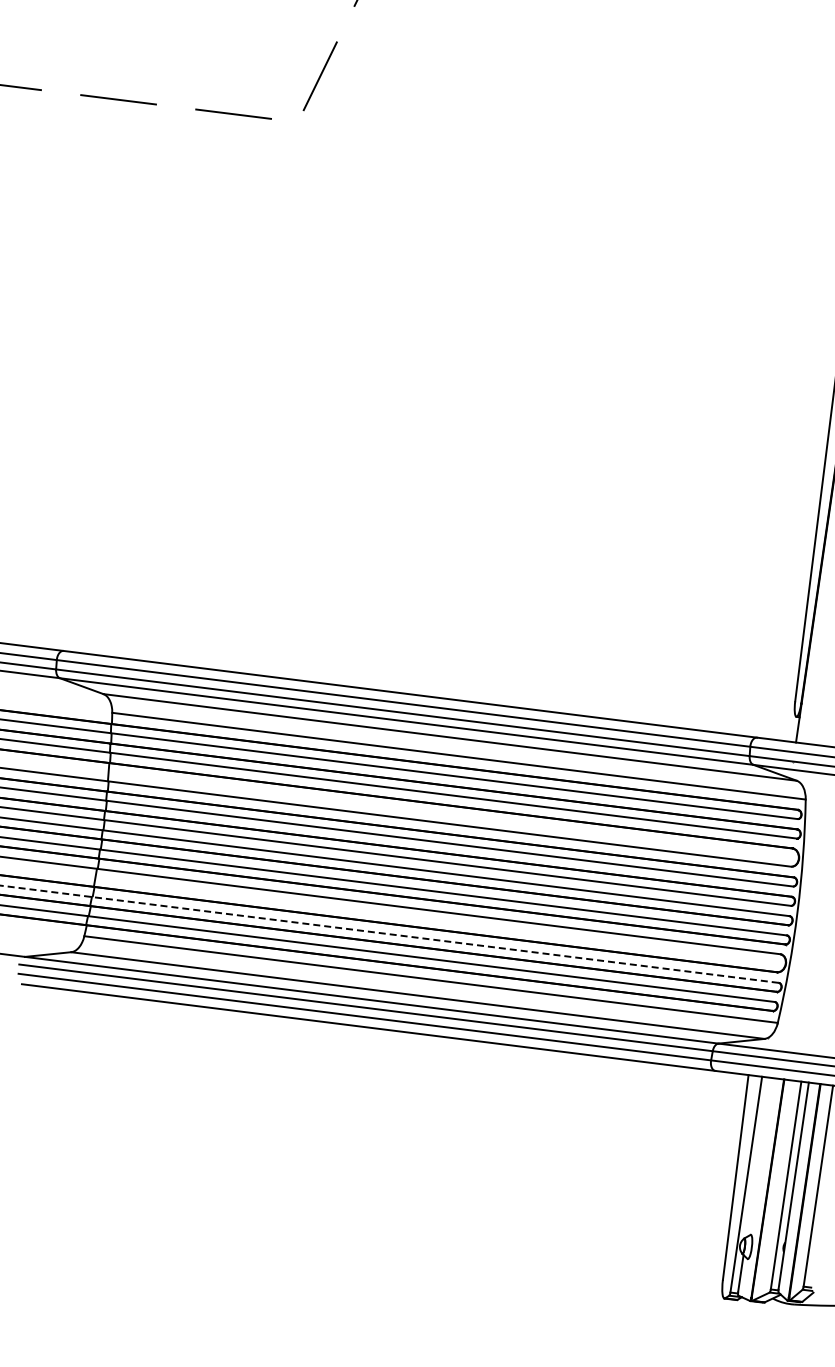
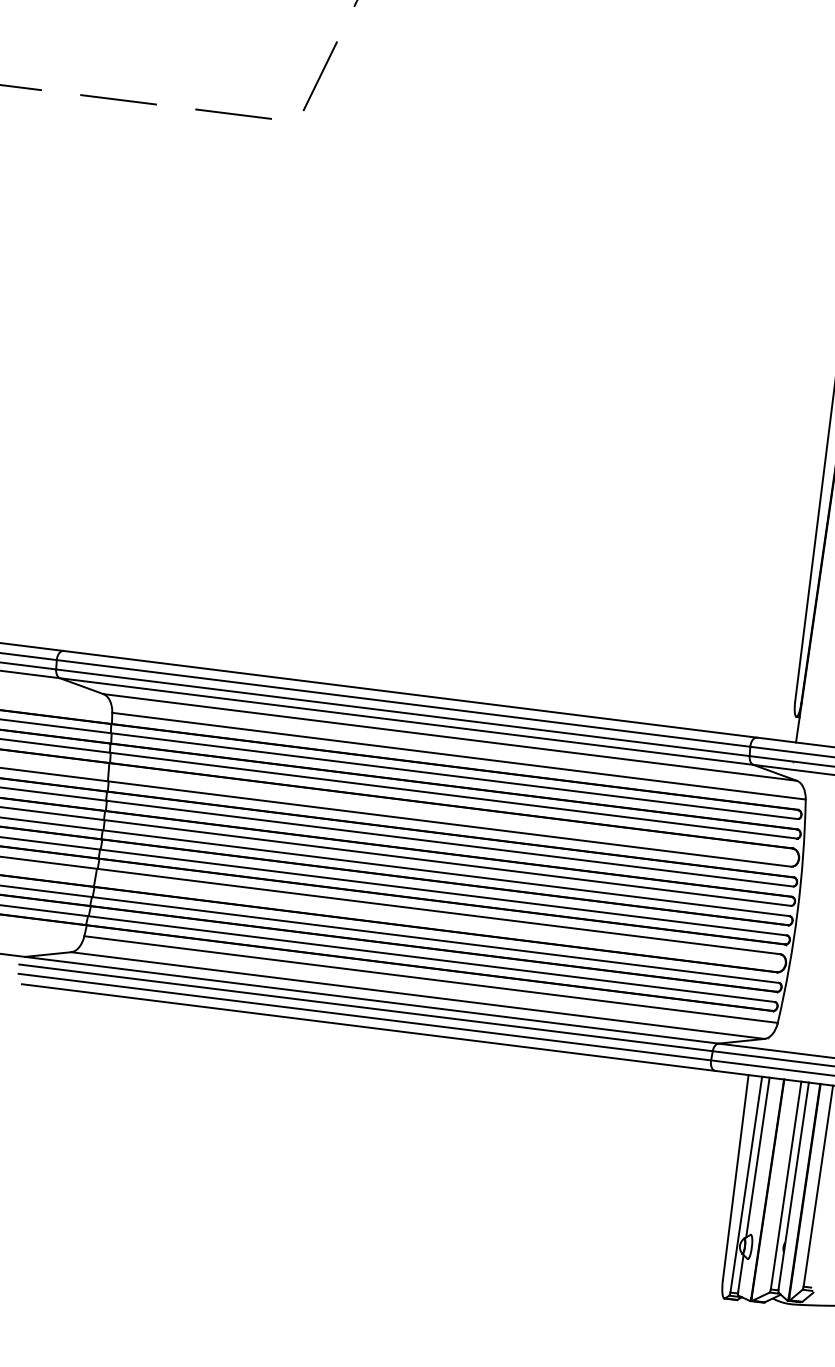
line at (389, 934): dashed -> solid
line at (757, 1157): none -> present
